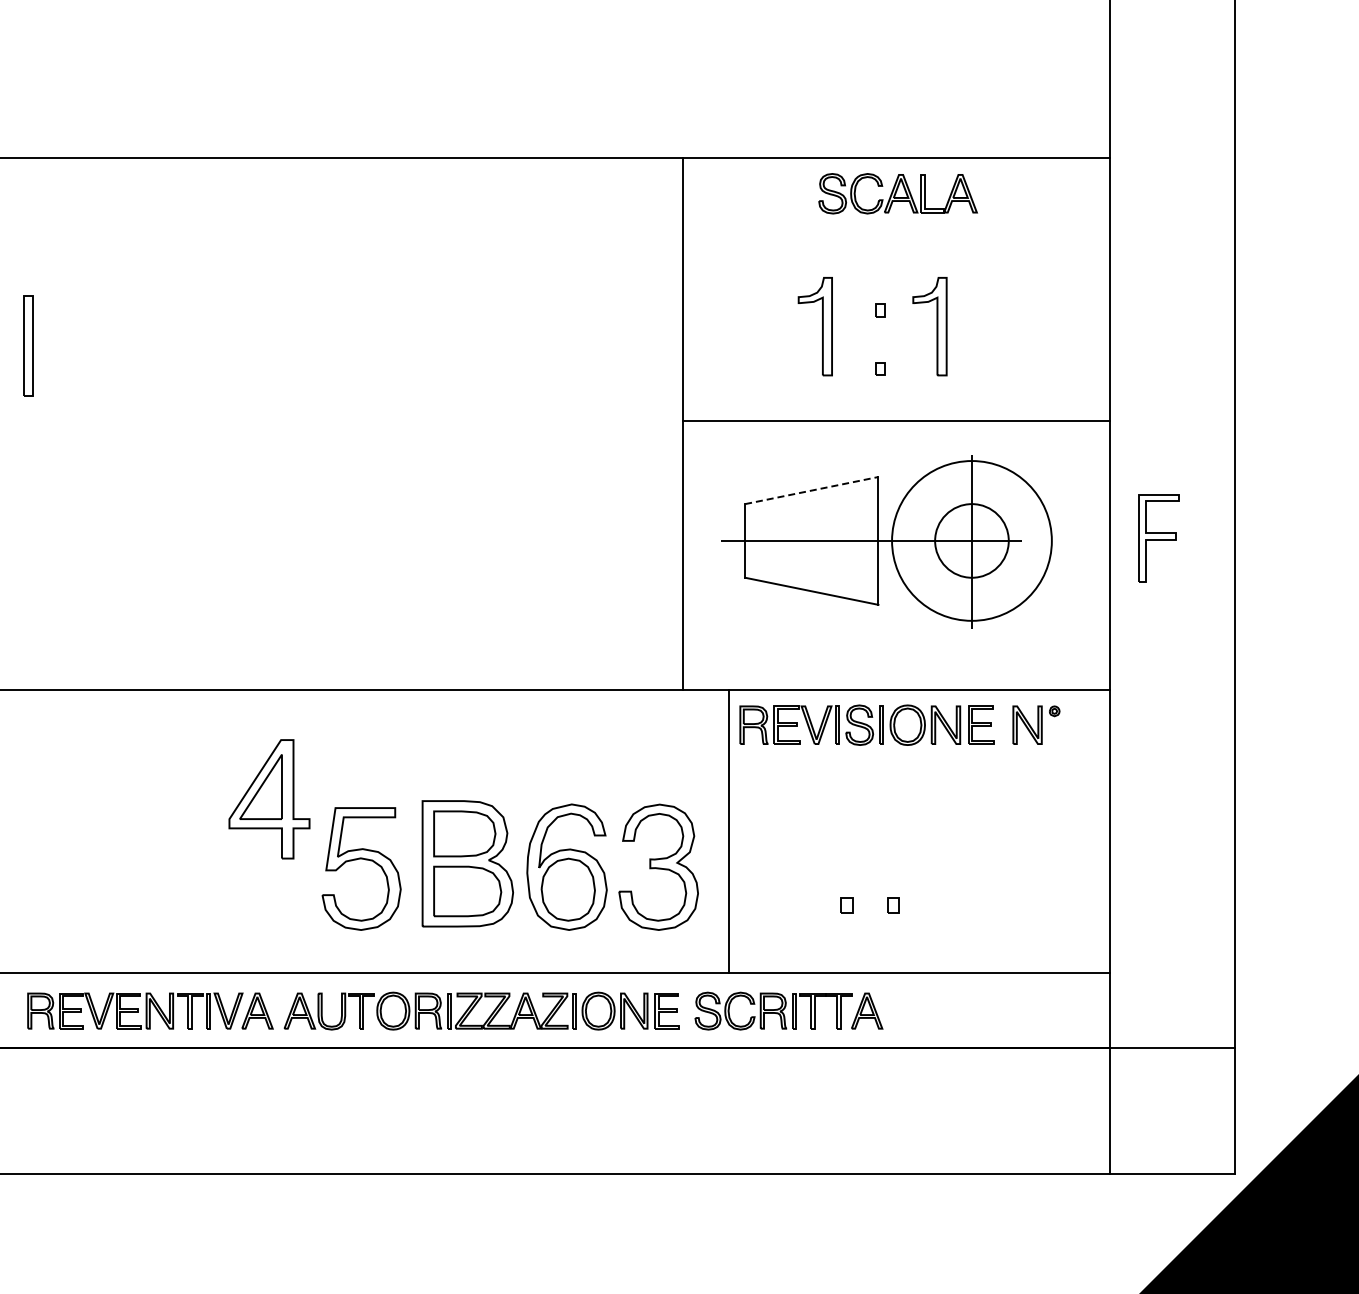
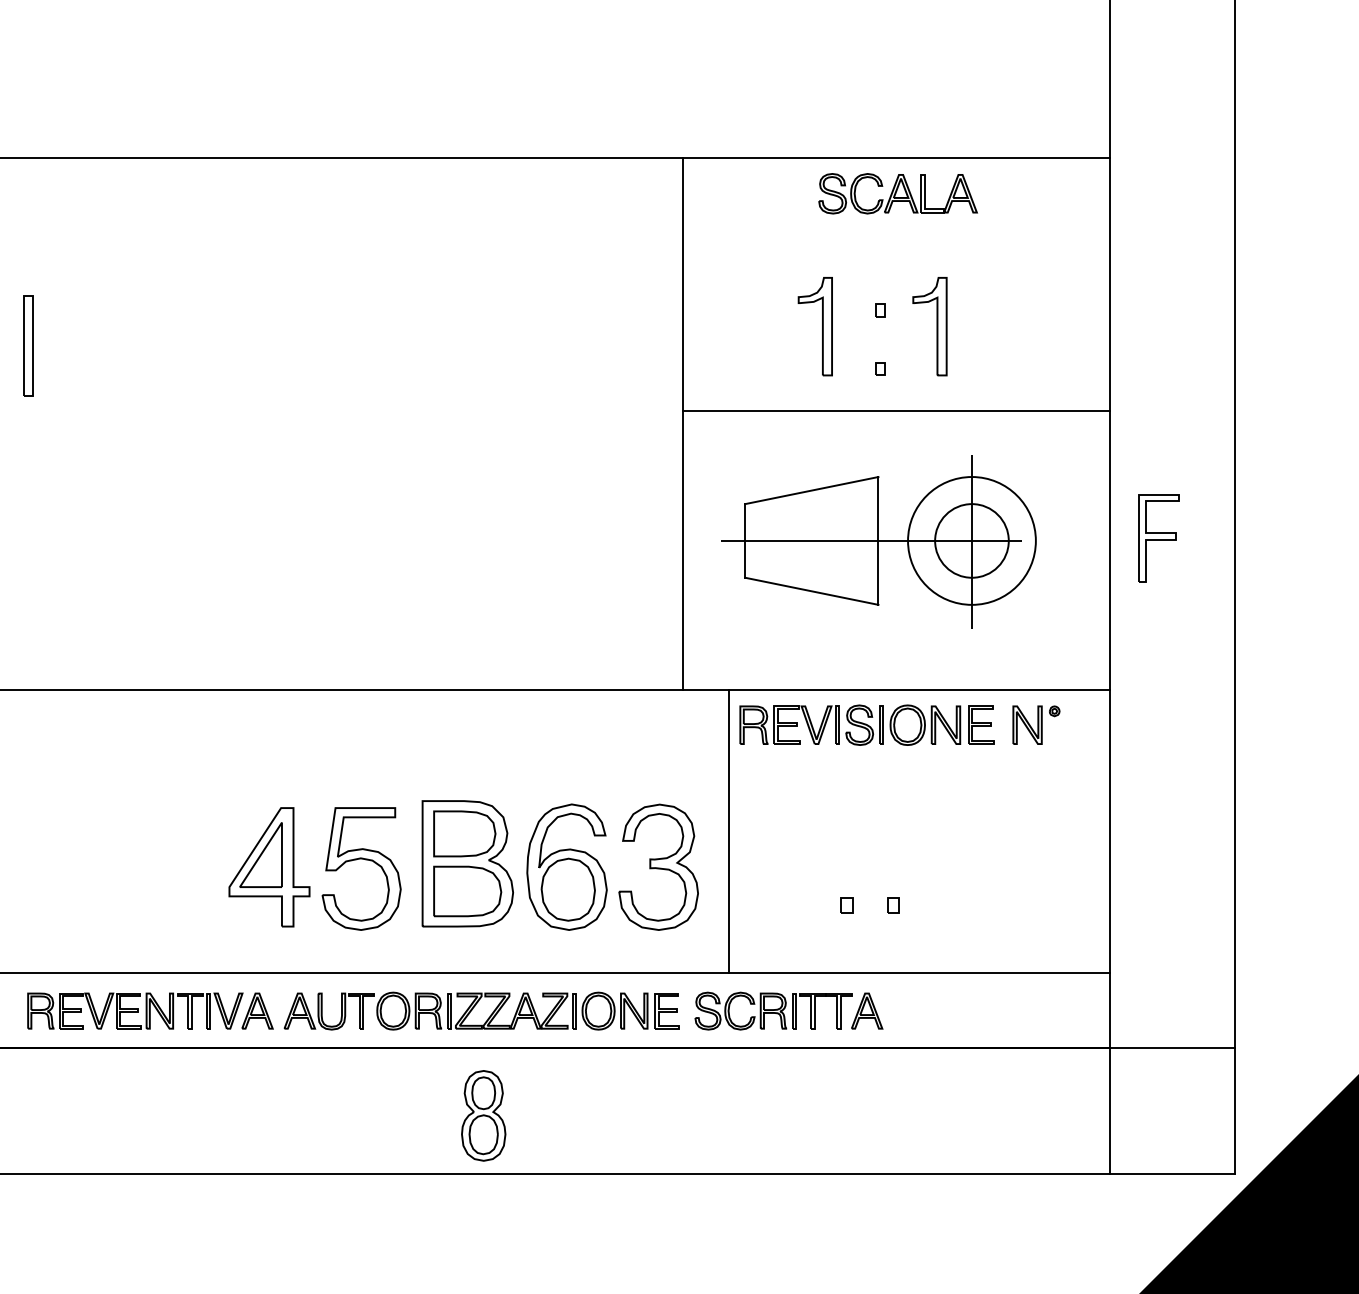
line at (896, 421) position: (896, 421) -> (896, 411)
line at (812, 490): dashed -> solid
circle at (971, 540) diameter: 160 px -> 128 px
part at (269, 799) position: (269, 799) -> (269, 867)
part at (483, 1115): none -> present
